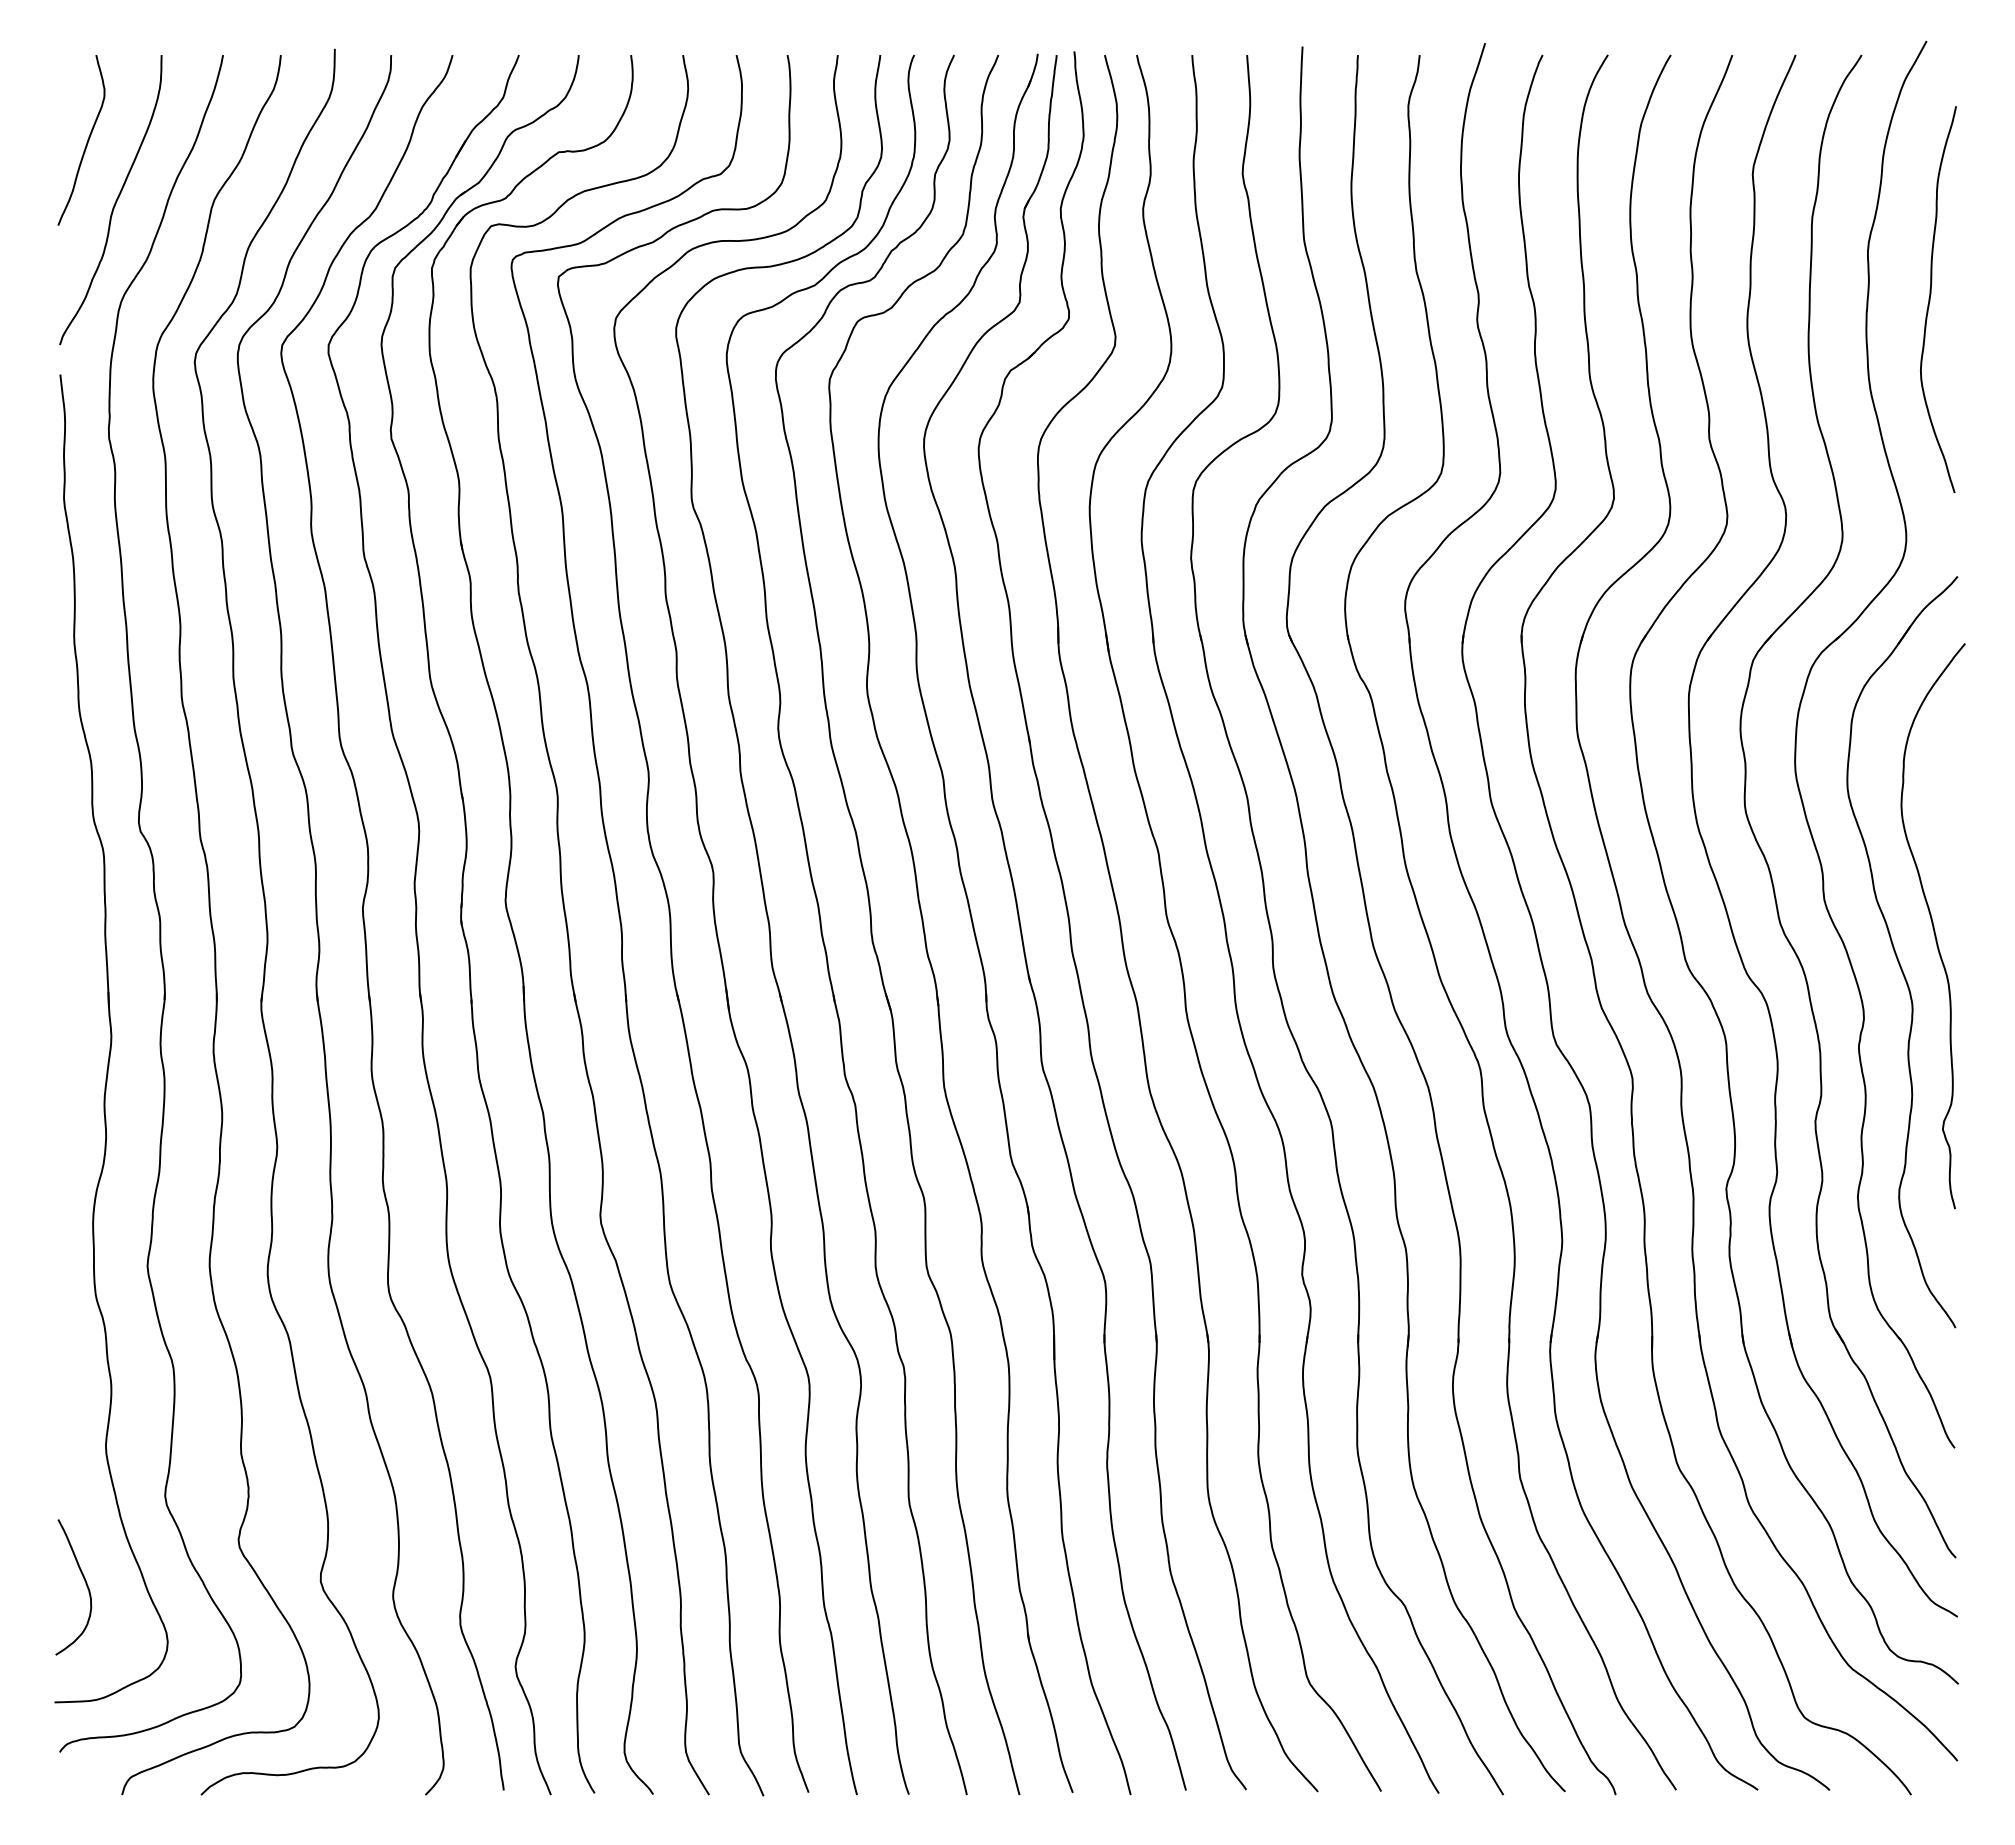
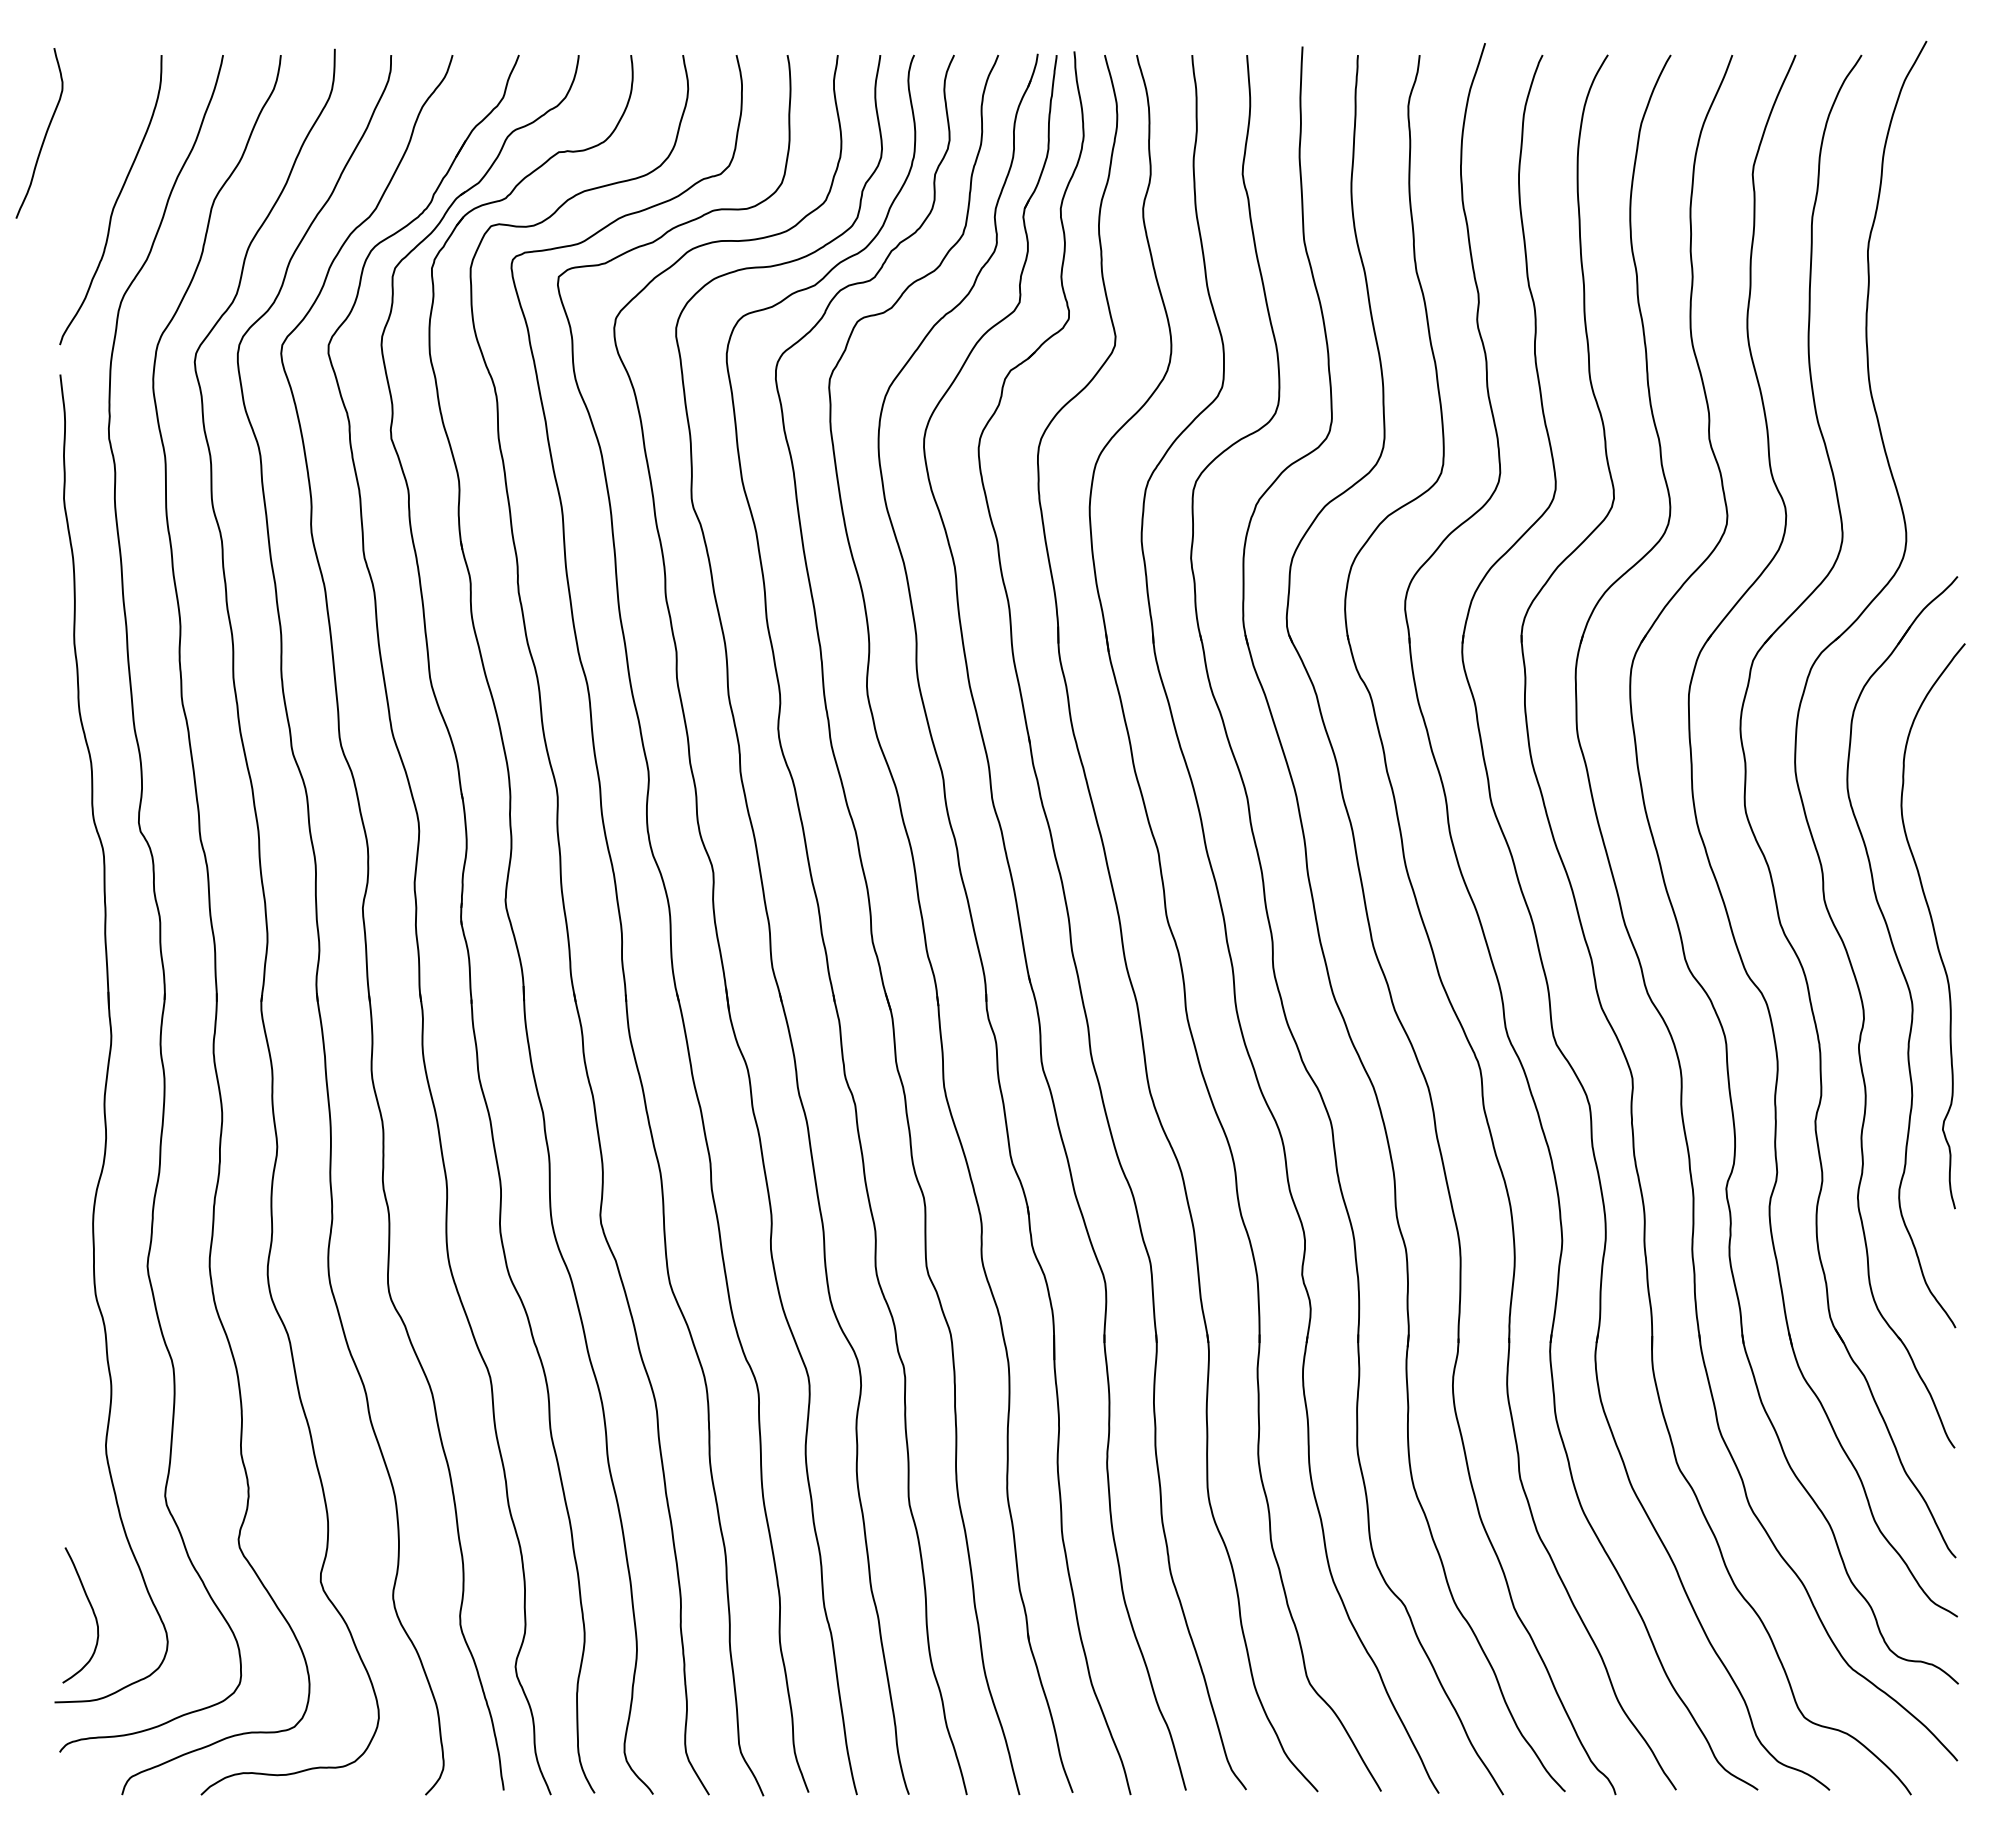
curve at (86, 142) position: (86, 142) -> (44, 135)
curve at (1930, 299): present -> none
curve at (85, 1584) position: (85, 1584) -> (92, 1612)
